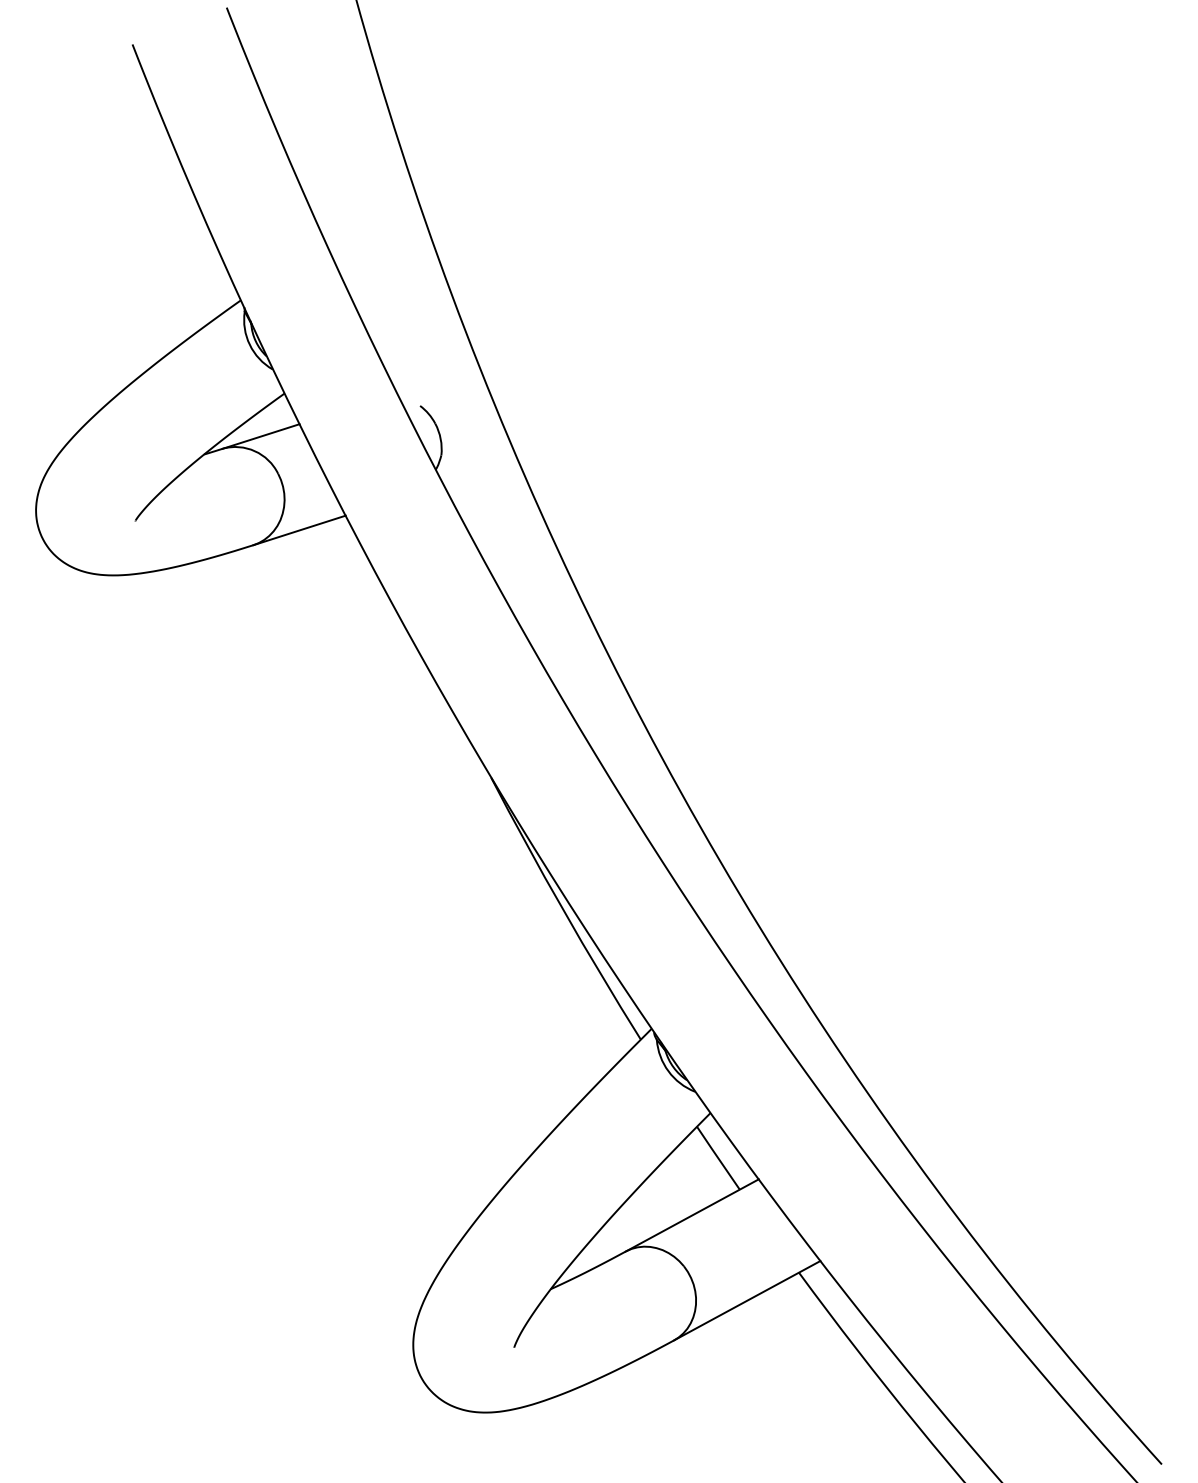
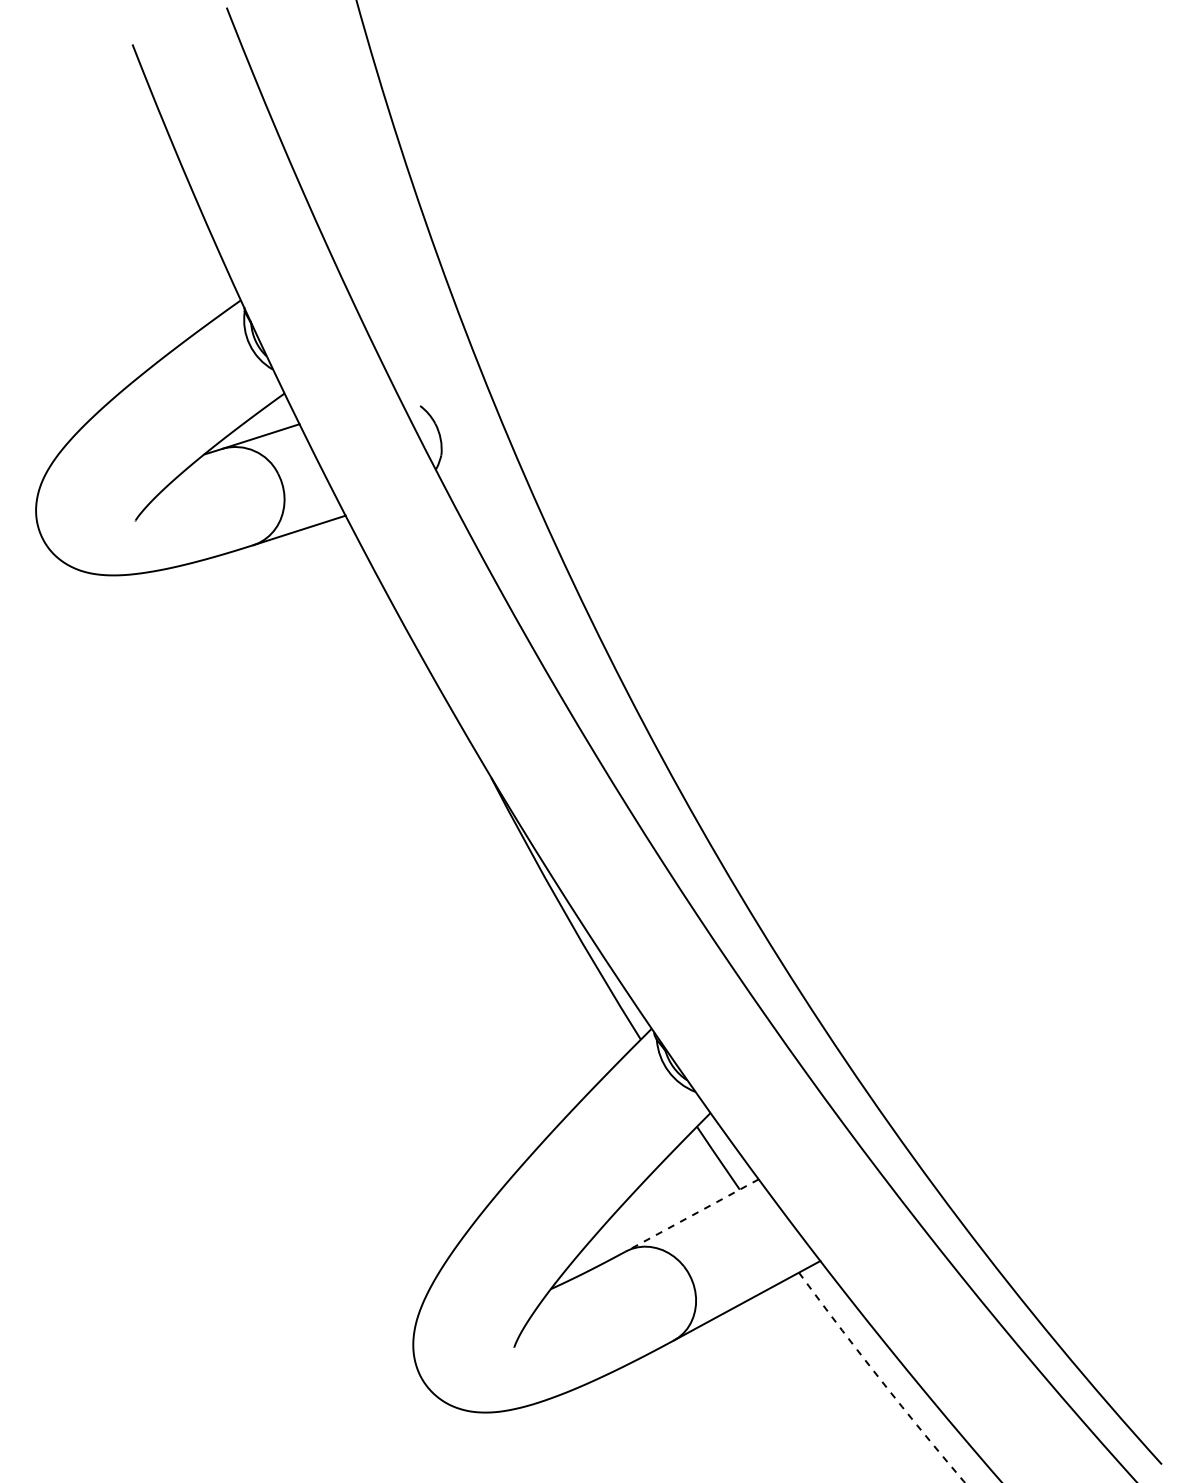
line at (692, 1215): solid -> dashed
arc at (880, 1380): solid -> dashed
